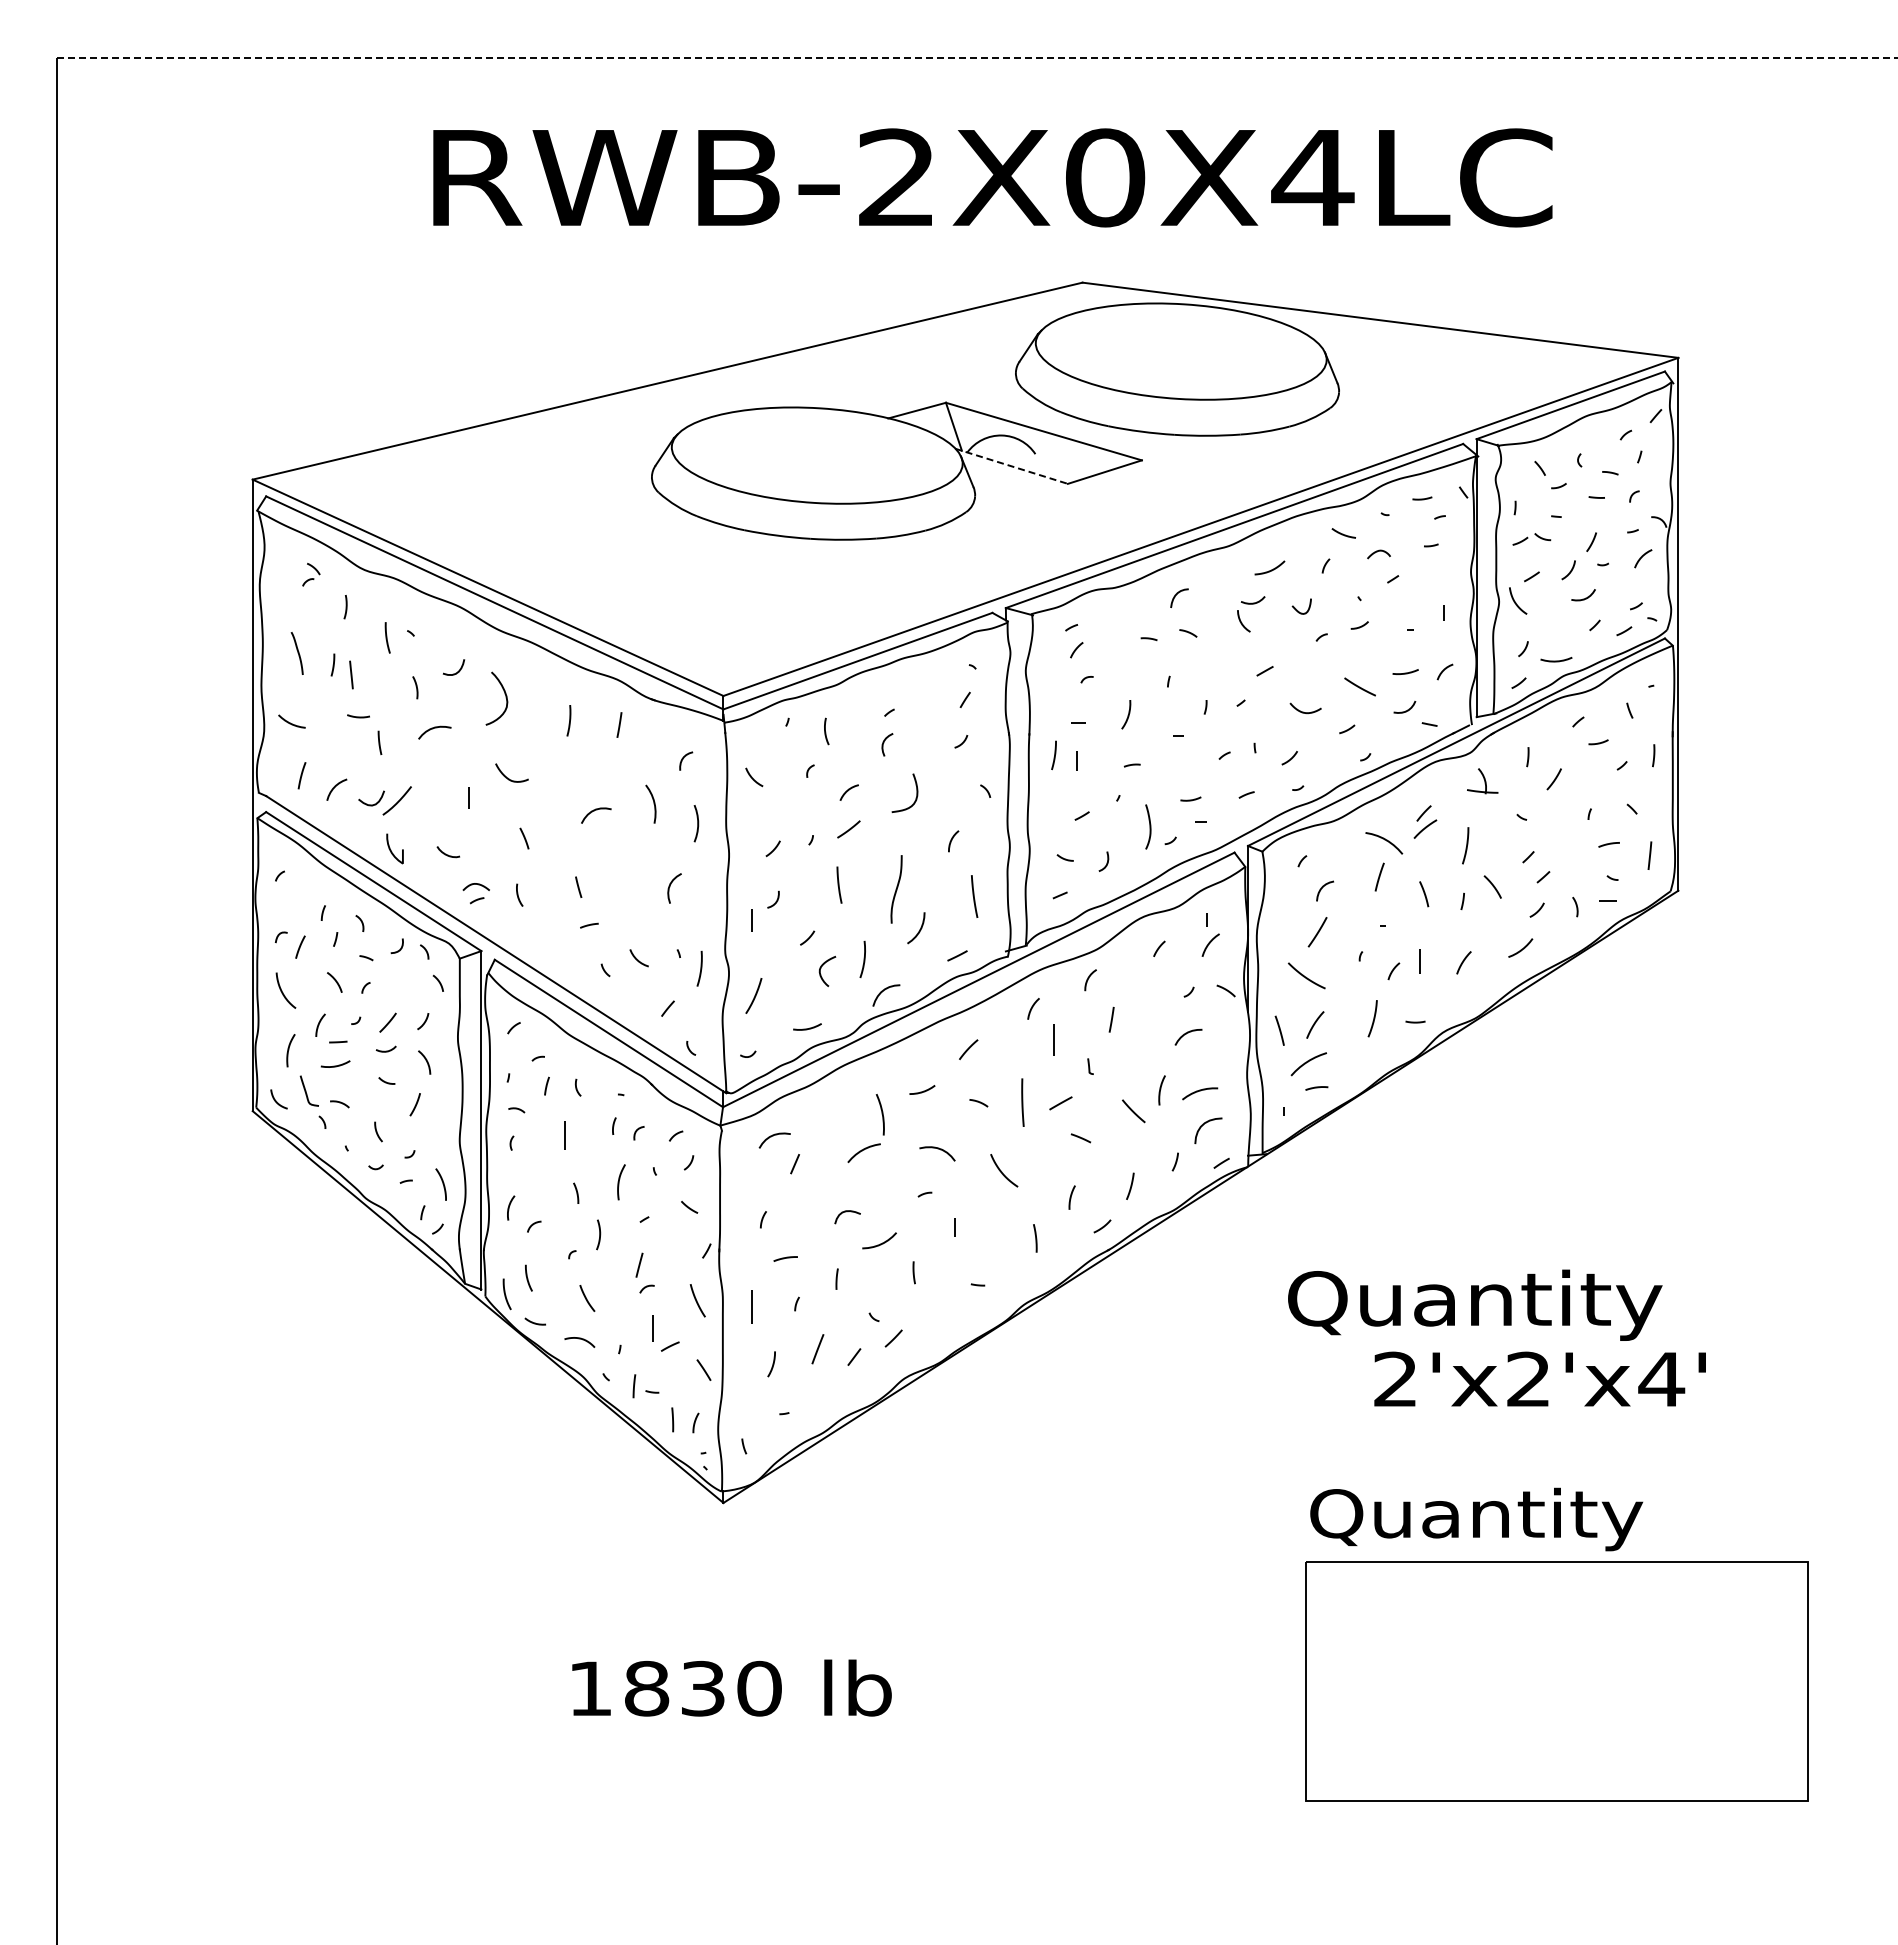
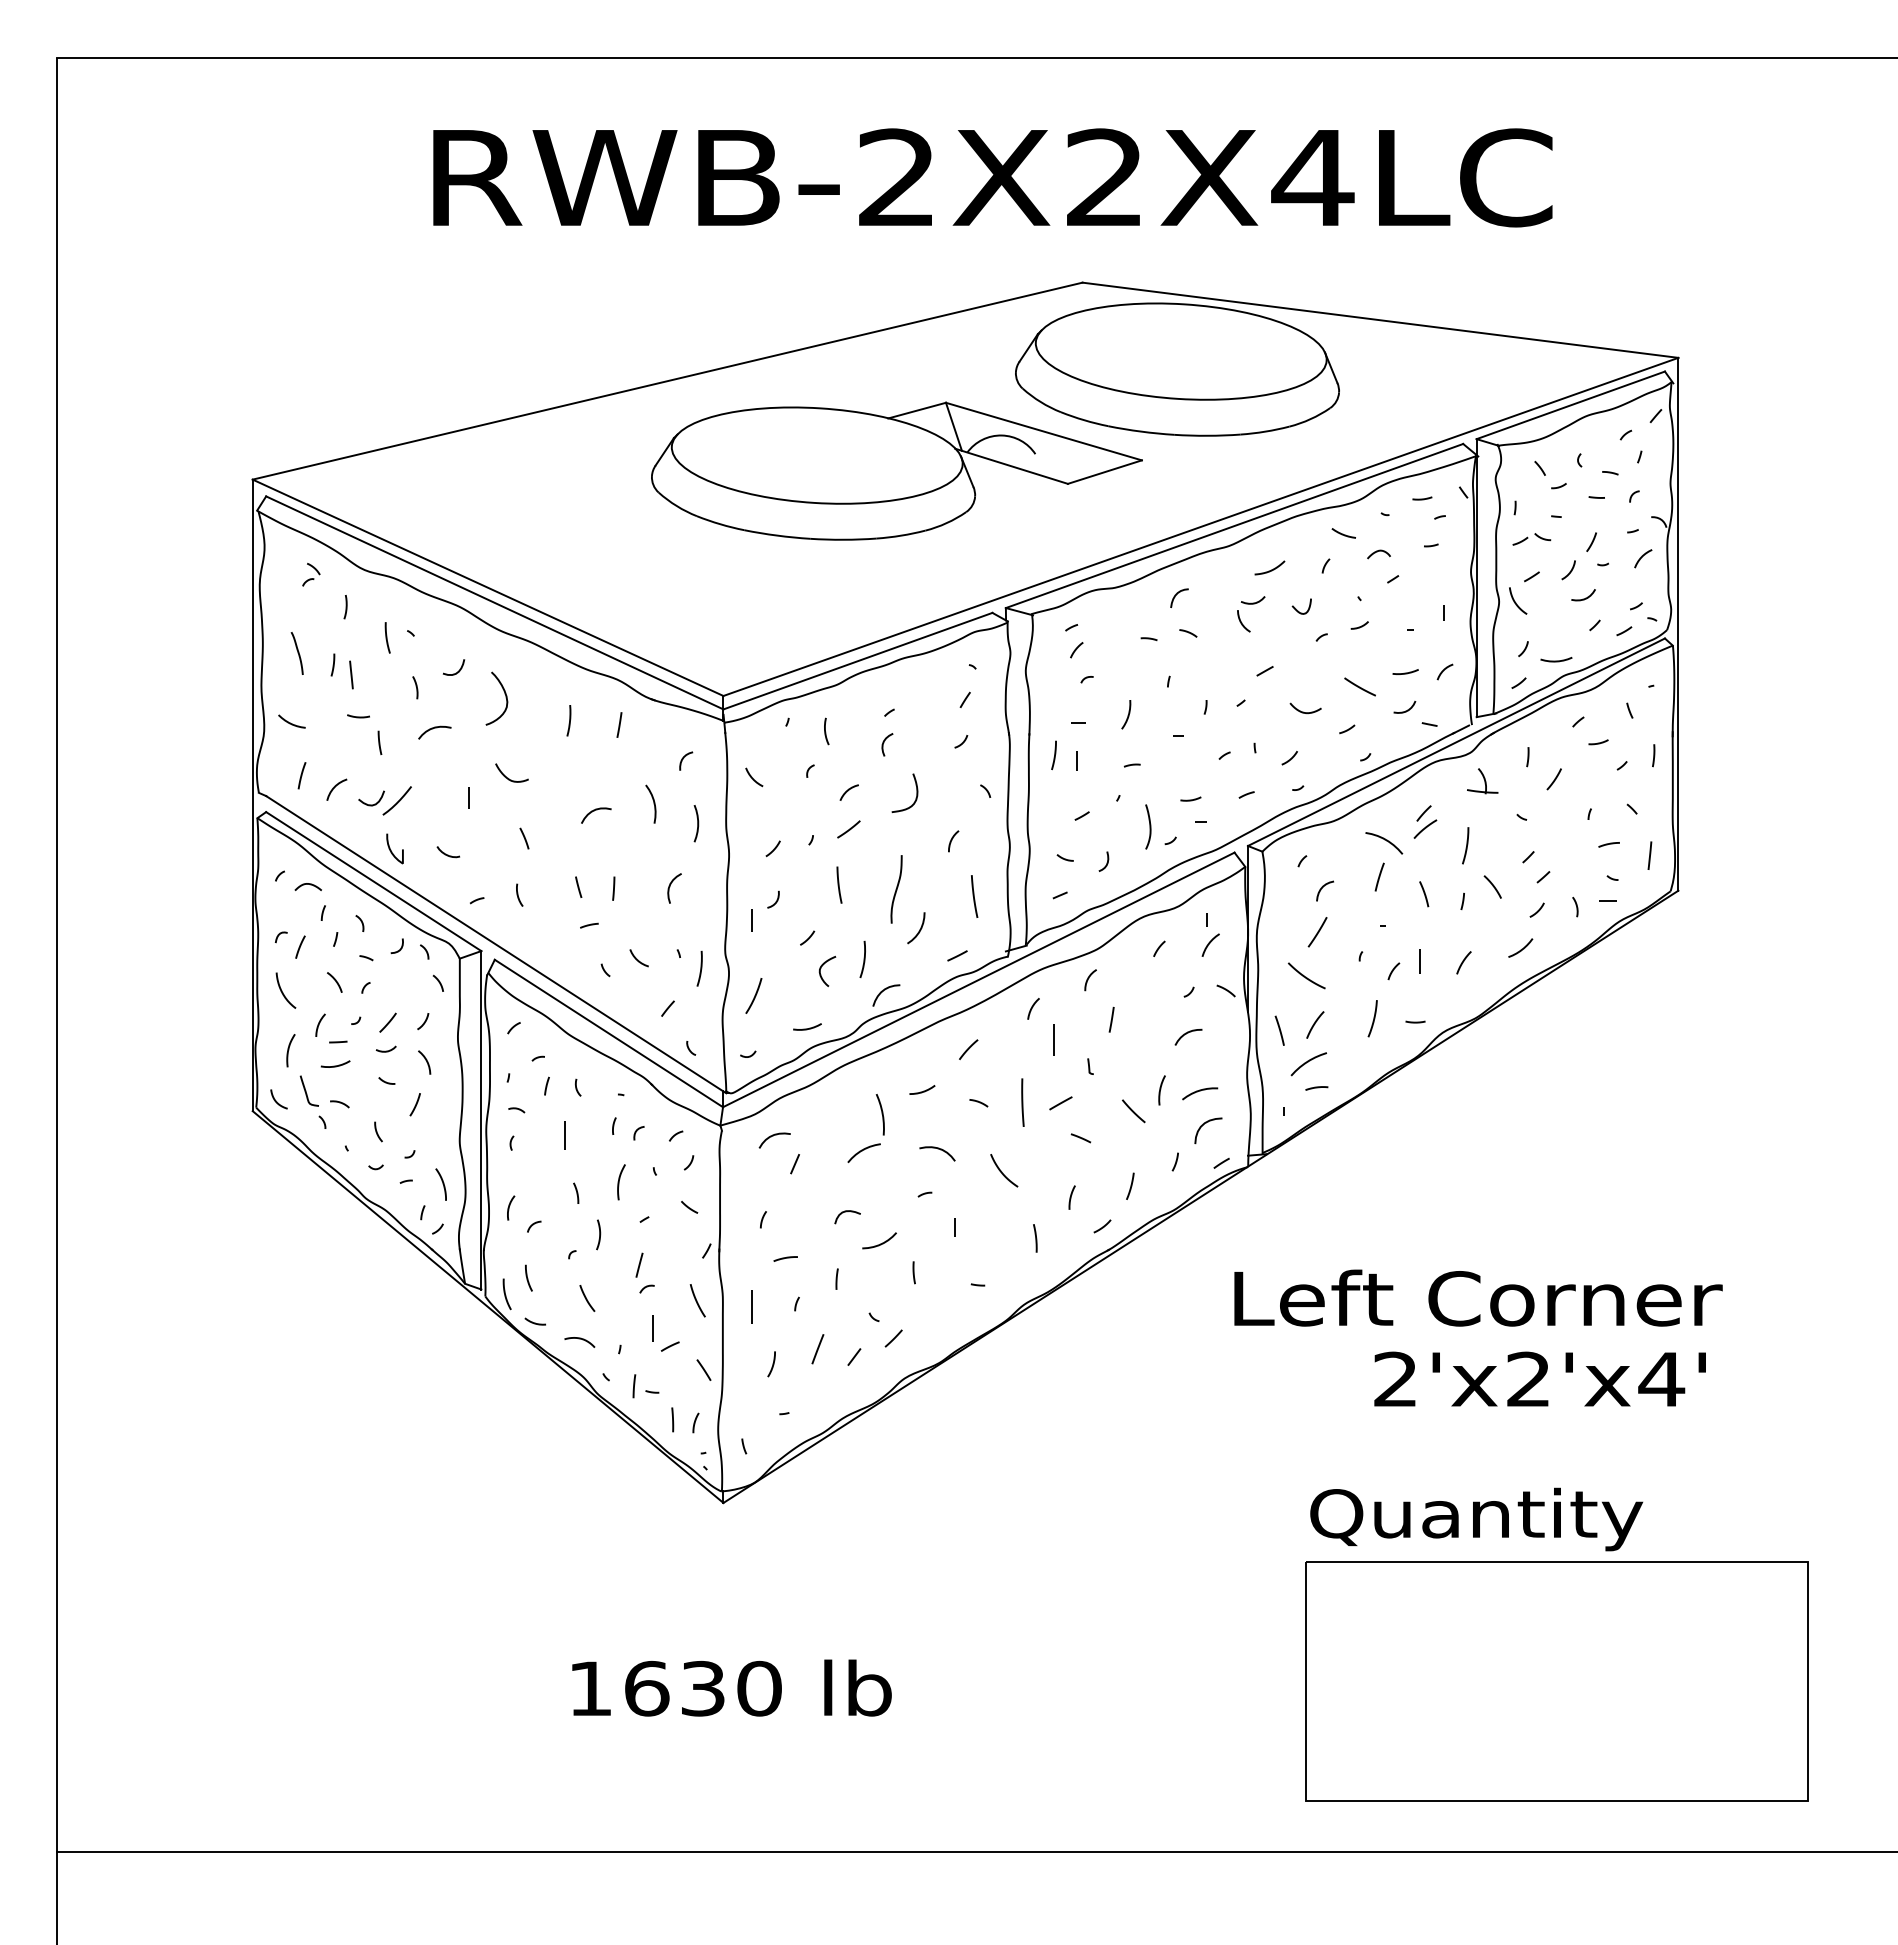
line at (977, 58): dashed -> solid
text at (1105, 177): RWB-2X0X4LC -> RWB-2X2X4LC
line at (1011, 466): dashed -> solid
curve at (475, 884) position: (475, 884) -> (307, 884)
line at (613, 888): none -> present
text at (1478, 1304): Quantity -> Left Corner
text at (647, 1688): 1830 -> 1630
line at (975, 1851): none -> present
